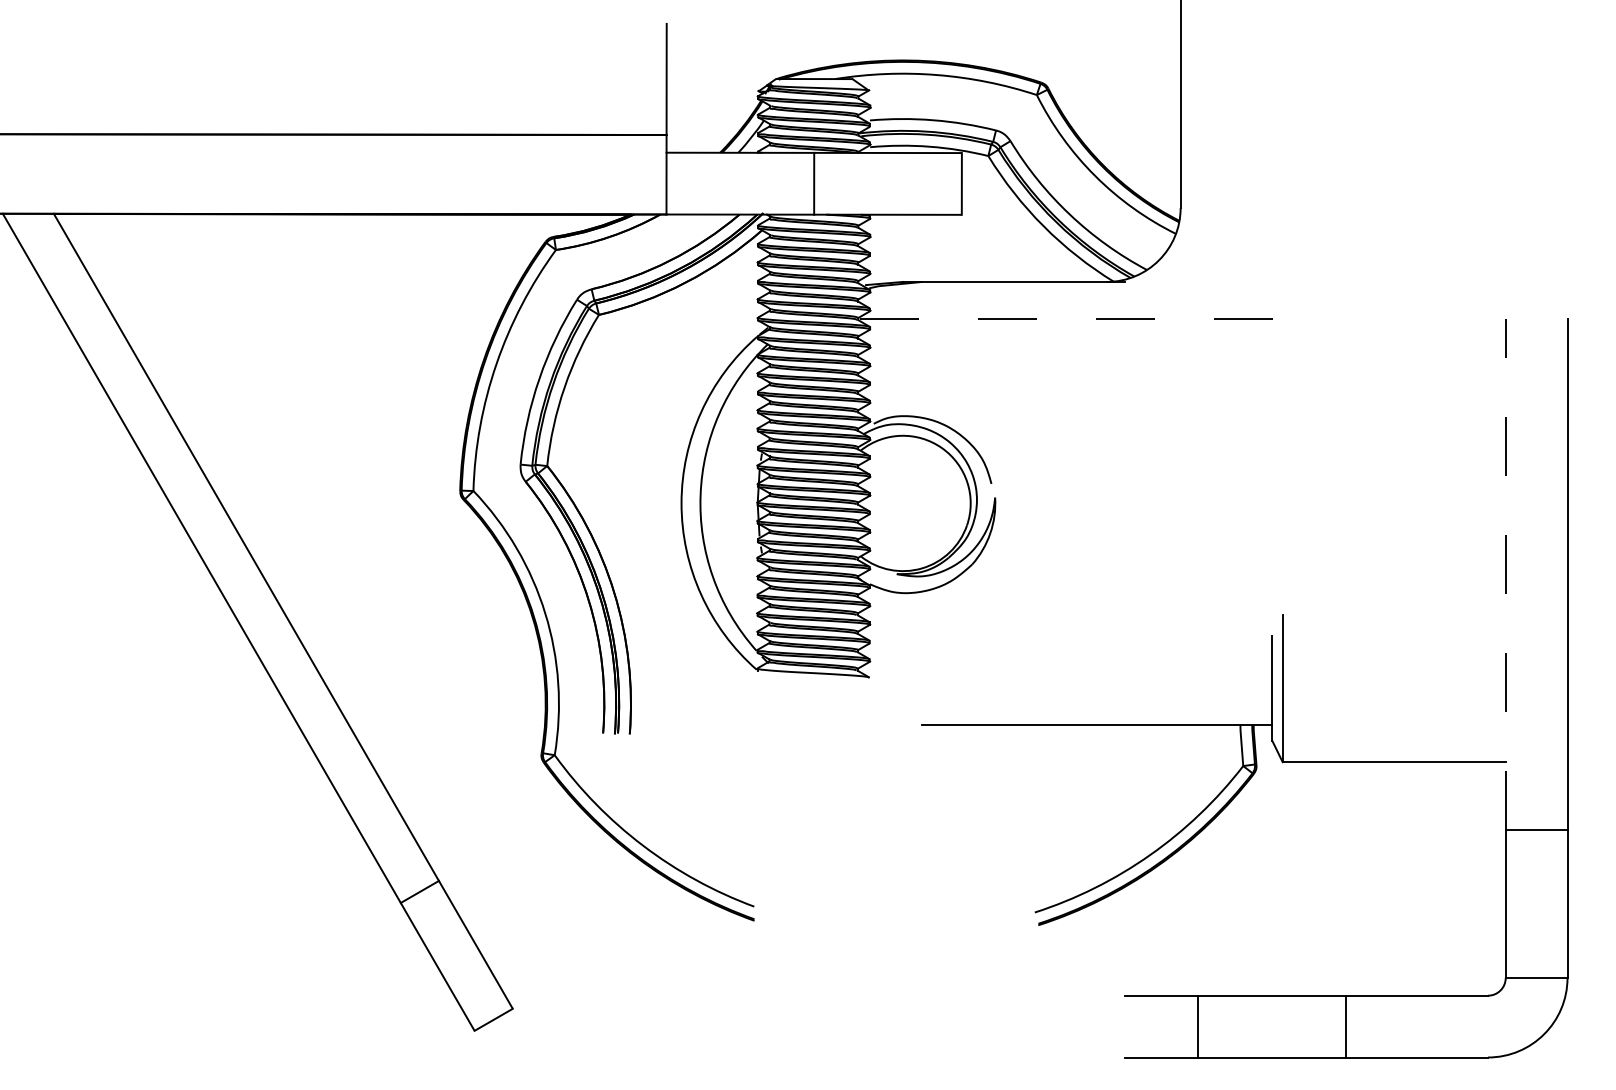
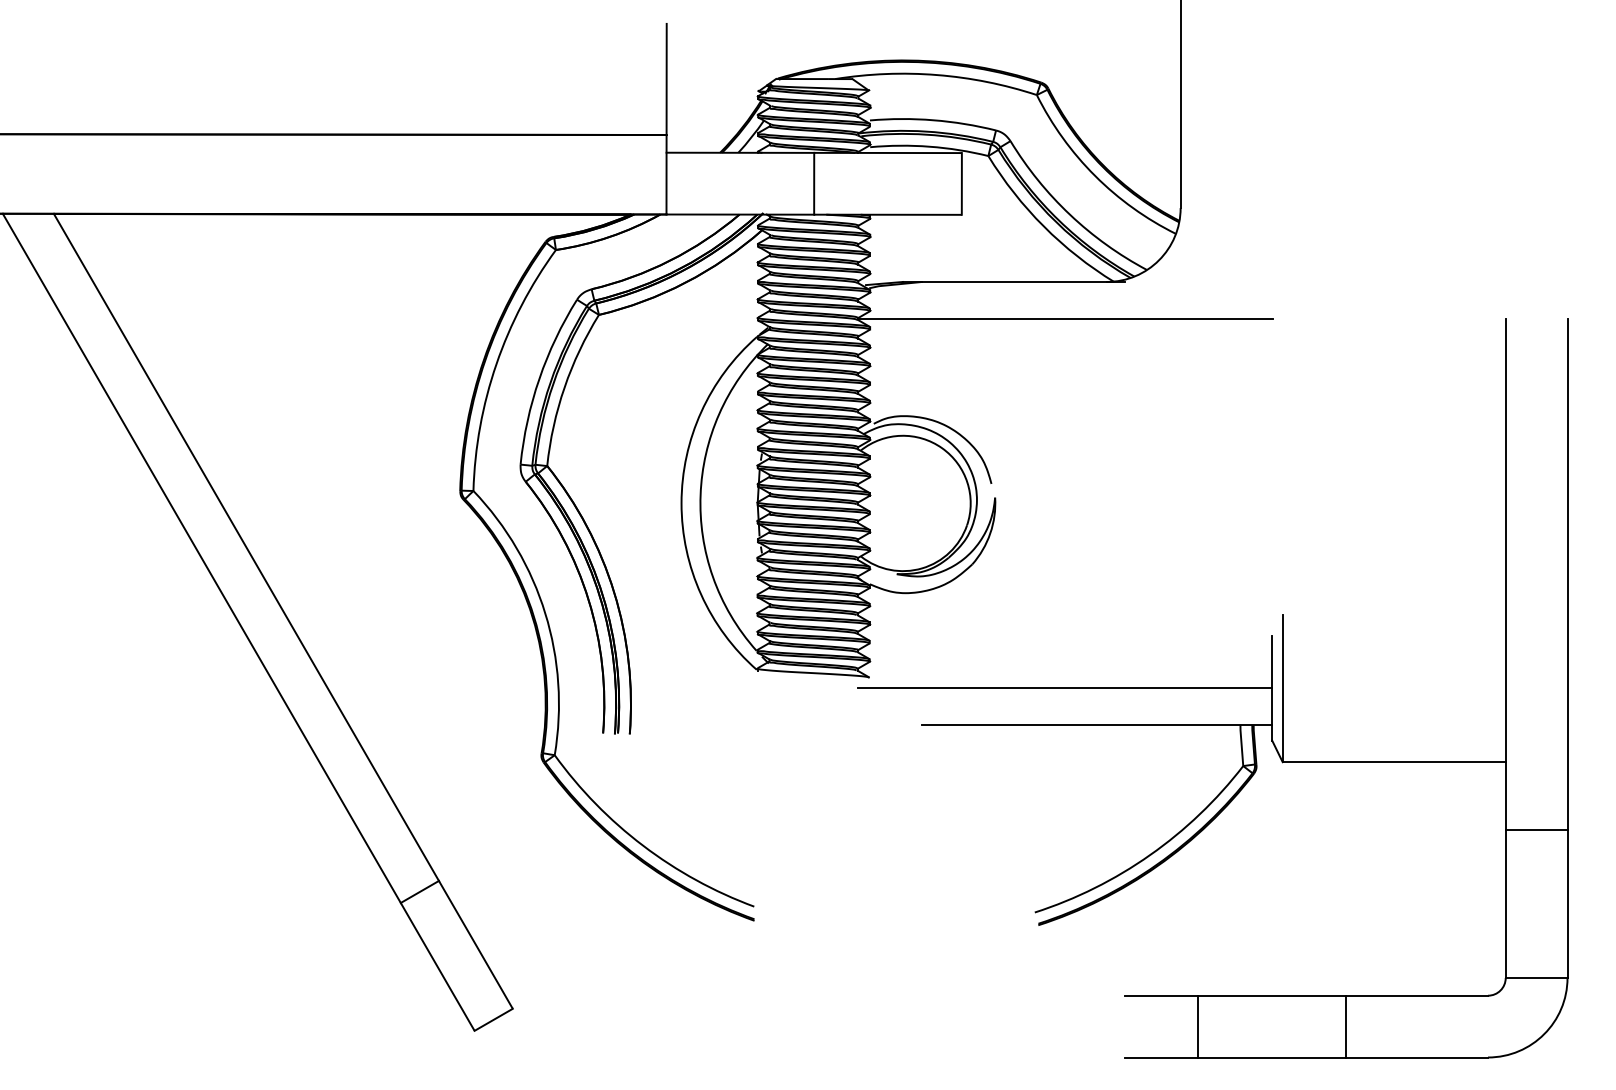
line at (1065, 318): dashed -> solid
line at (1505, 574): dashed -> solid
line at (1064, 688): none -> present
